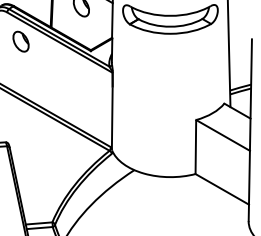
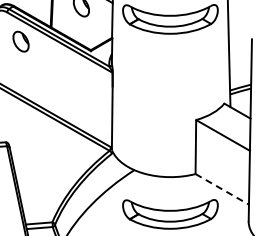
line at (222, 189): solid -> dashed
part at (170, 214): none -> present
